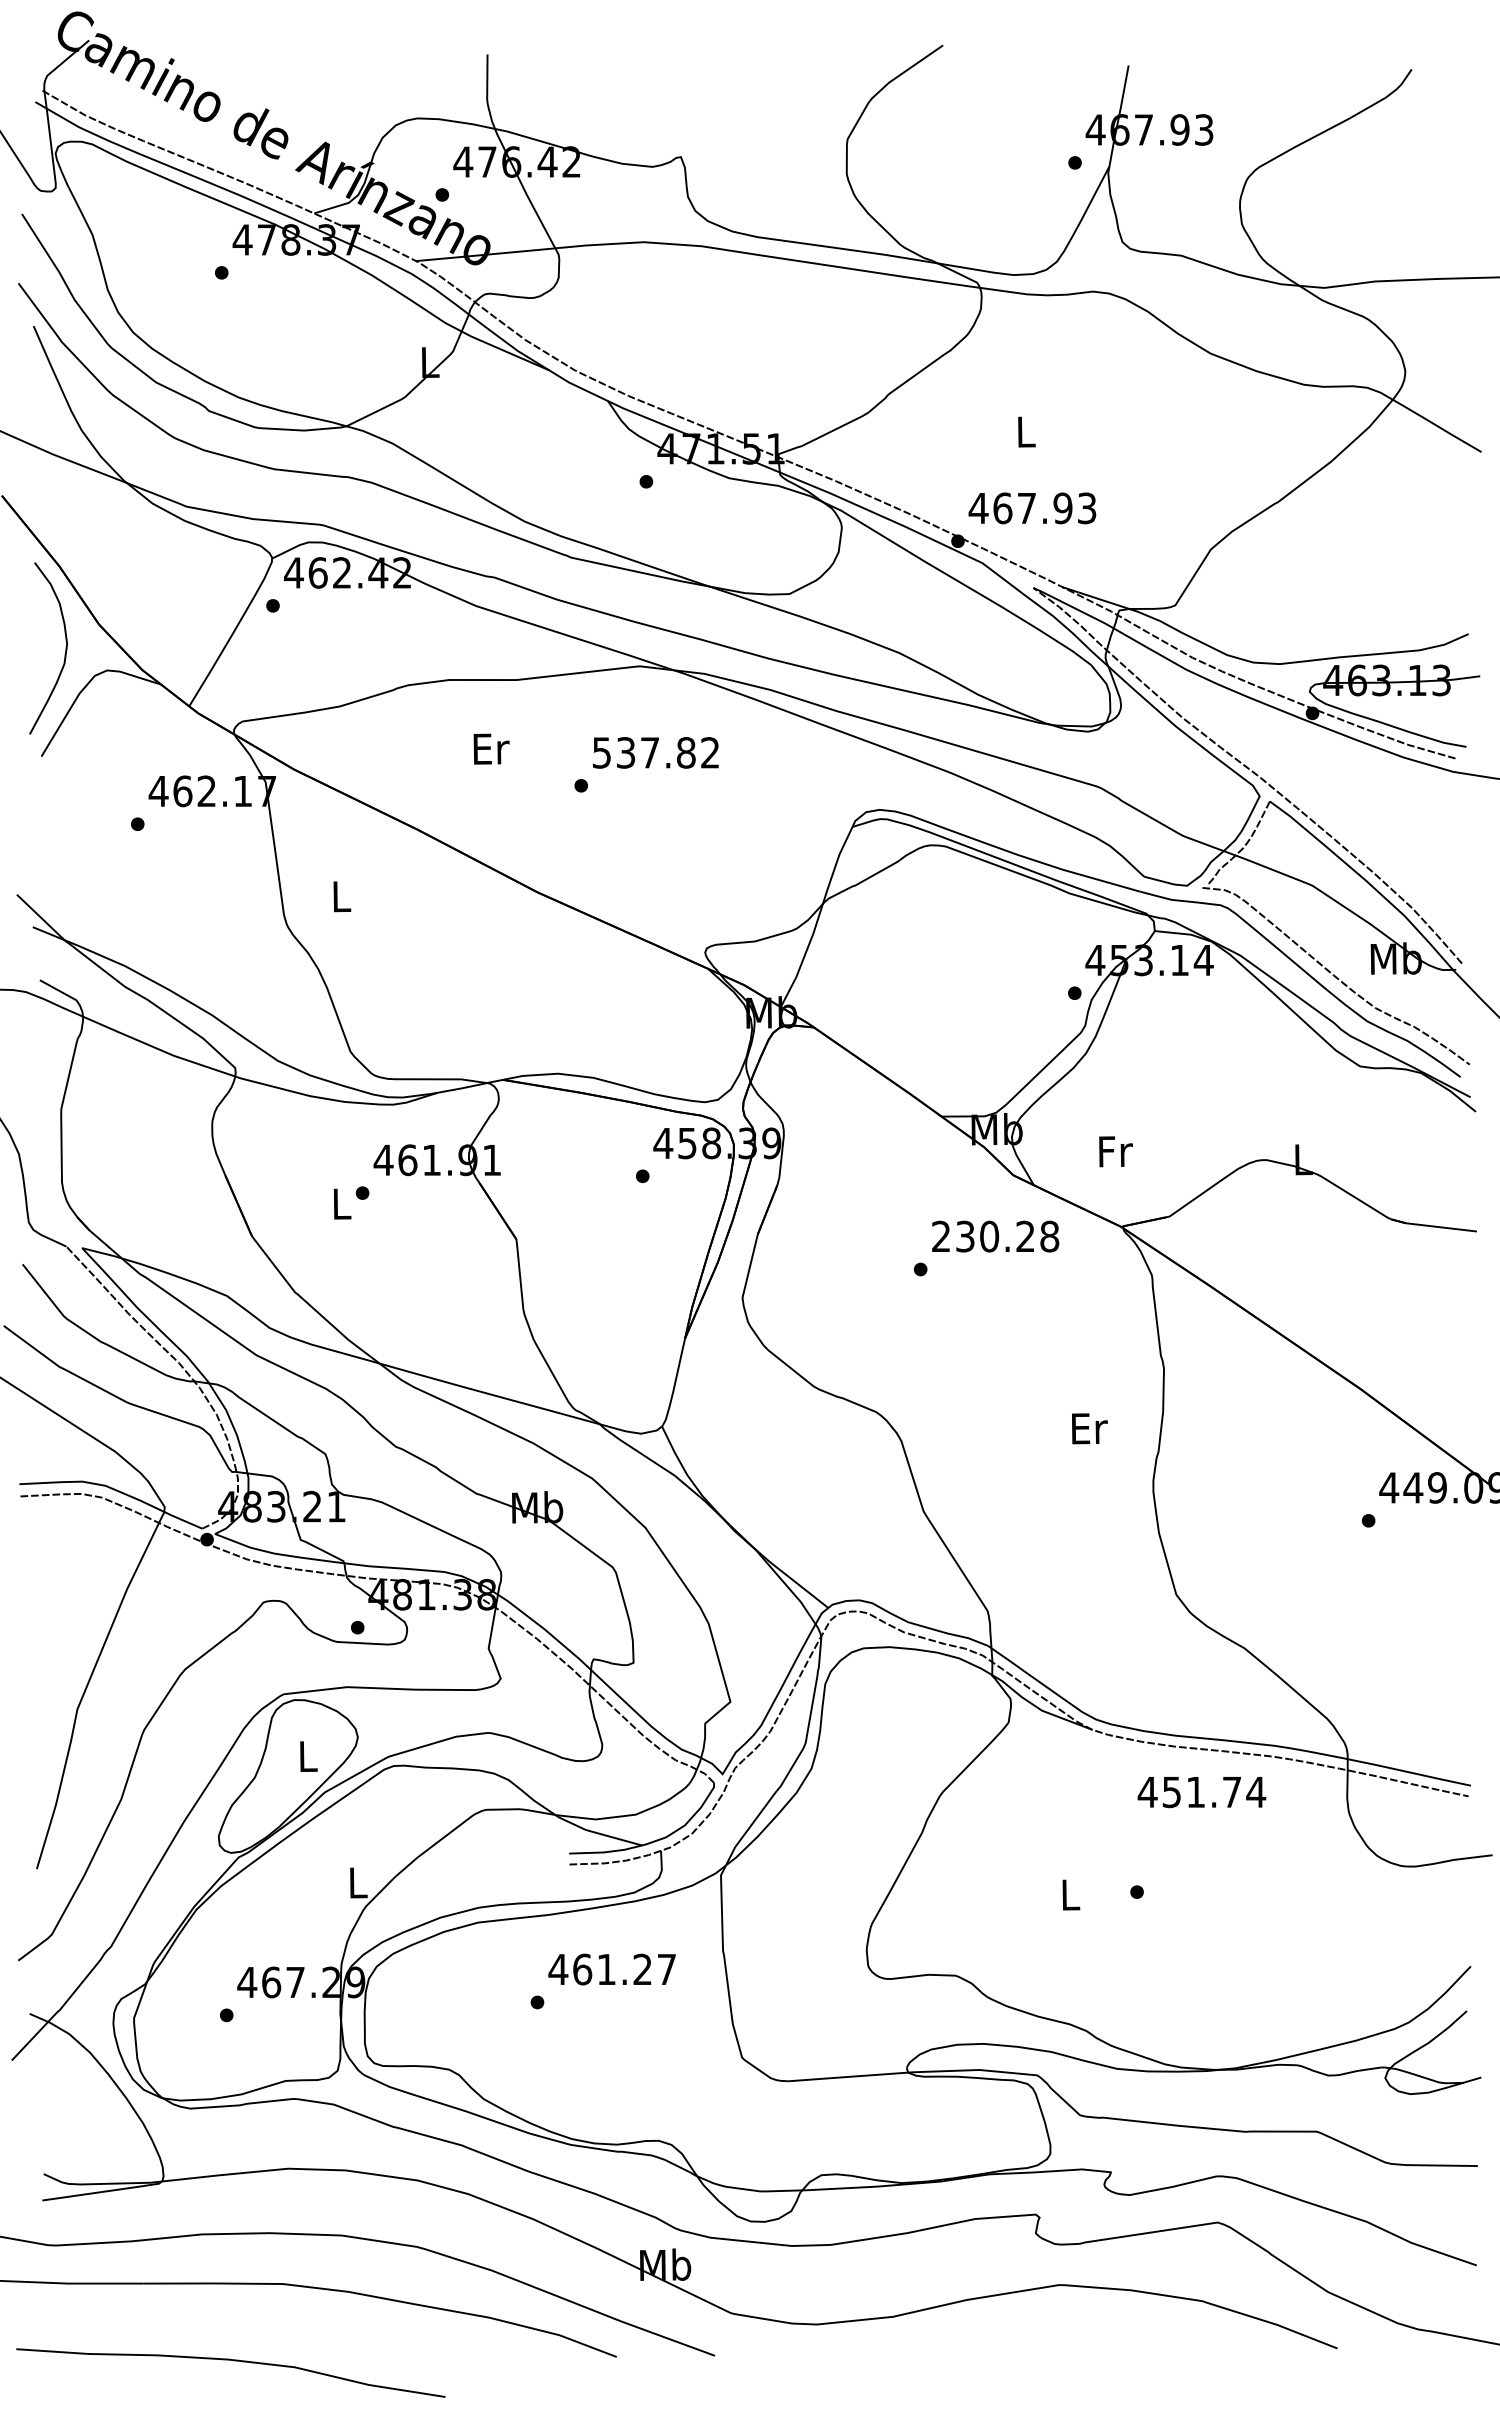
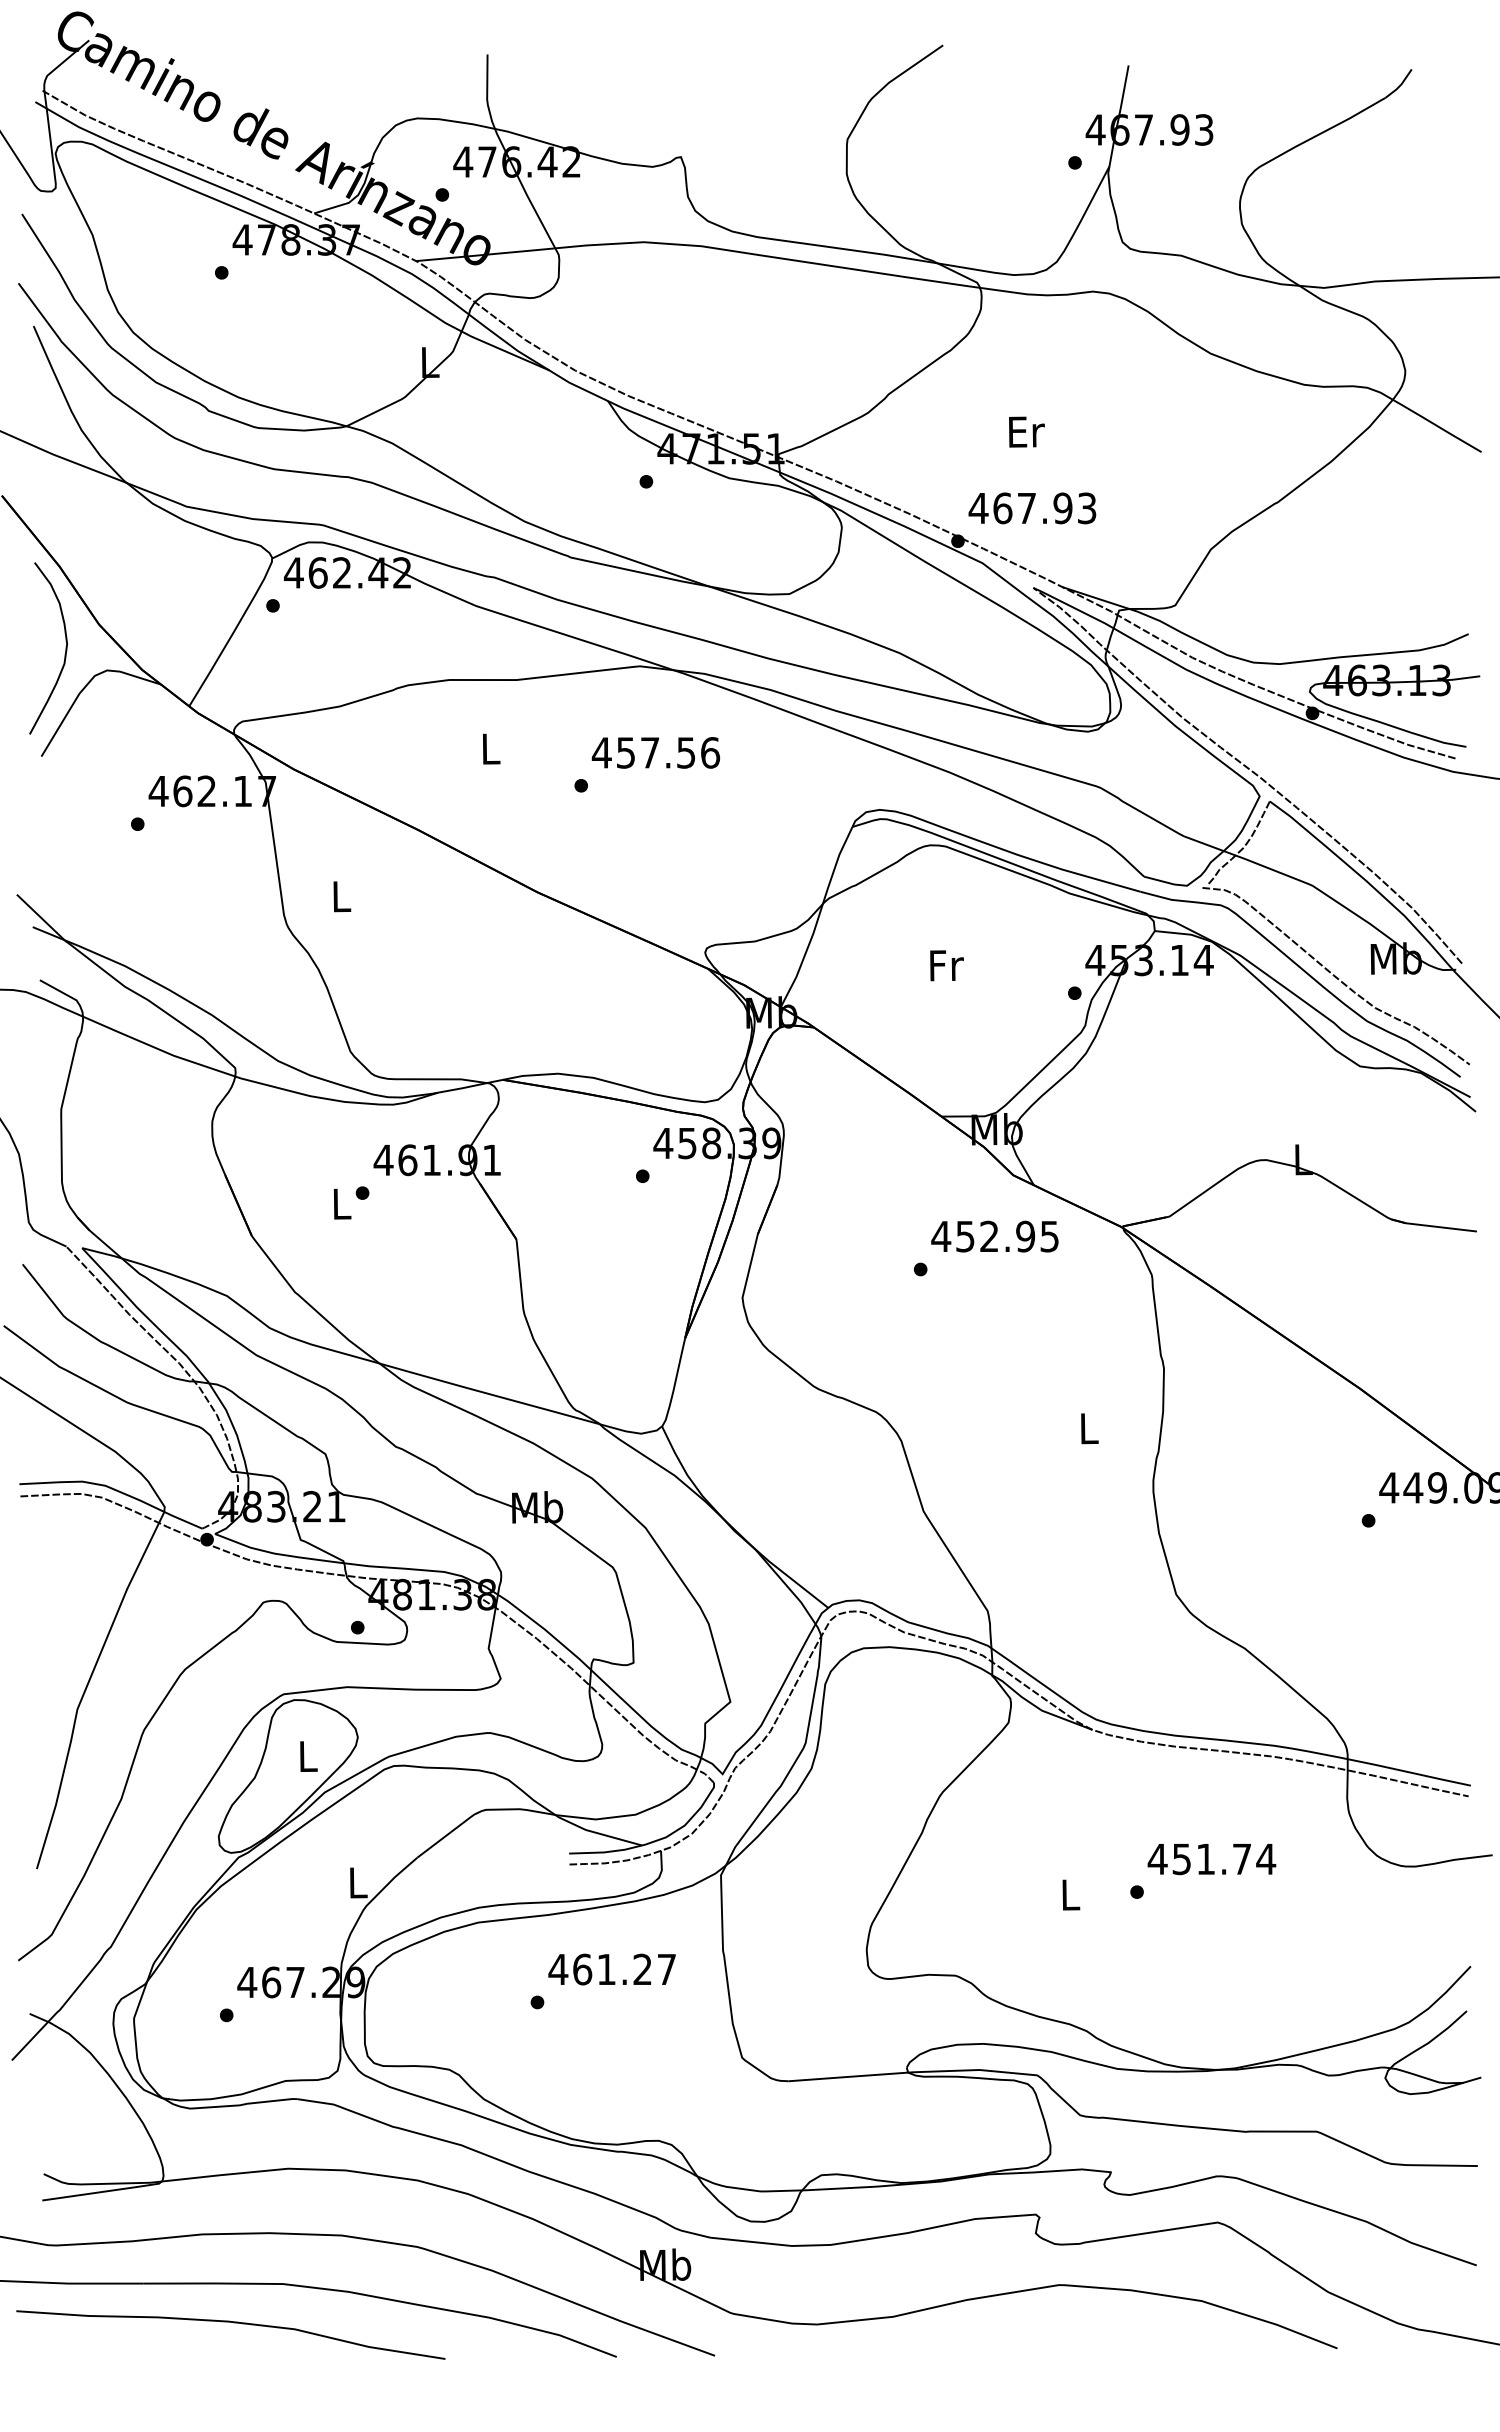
text at (1026, 431): L -> Er
text at (491, 748): Er -> L
text at (655, 752): 537.82 -> 457.56
text at (1115, 1151) position: (1115, 1151) -> (946, 965)
text at (995, 1236): 230.28 -> 452.95
text at (1089, 1428): Er -> L
text at (1201, 1792) position: (1201, 1792) -> (1211, 1859)
curve at (233, 2361) position: (233, 2361) -> (233, 2323)
